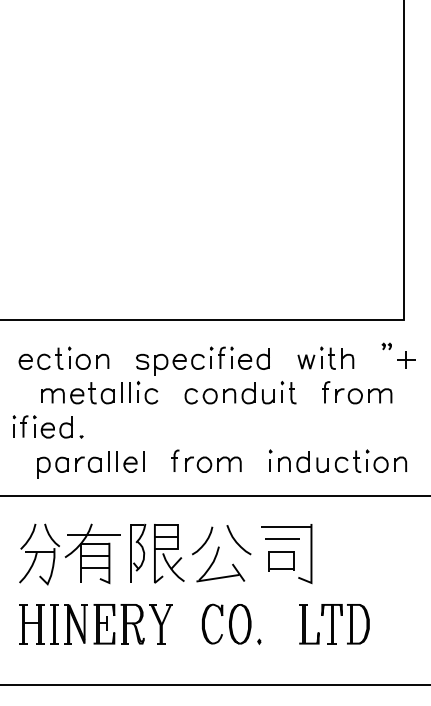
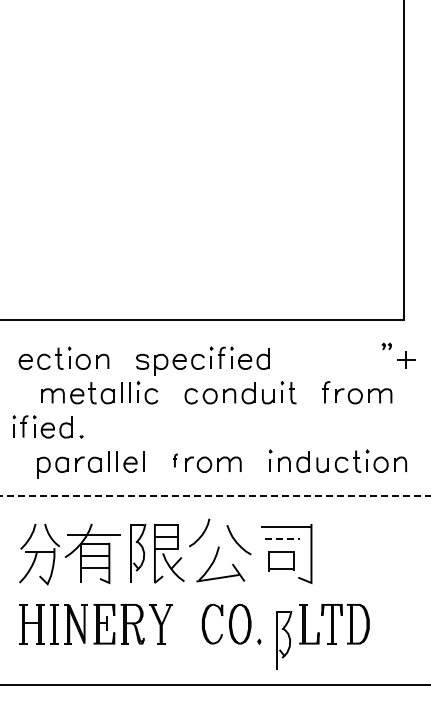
part at (325, 357): present -> none
part at (175, 460) size: 9x23 px -> 5x15 px
line at (215, 496): solid -> dashed
line at (282, 538): solid -> dashed
curve at (204, 542) position: (204, 542) -> (201, 534)
part at (284, 639): none -> present
